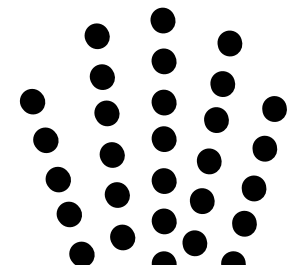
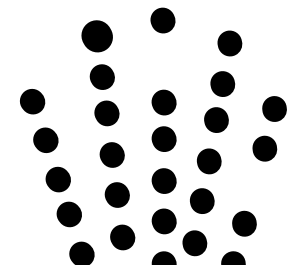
part at (96, 35) size: 26x26 px -> 32x33 px
fill at (163, 61): present -> none
fill at (253, 188): present -> none
